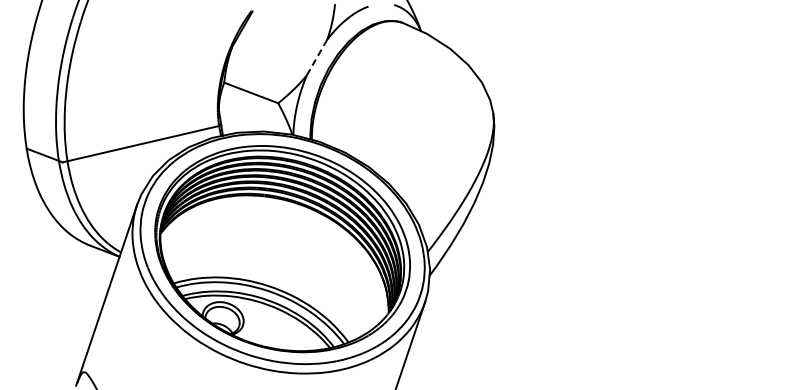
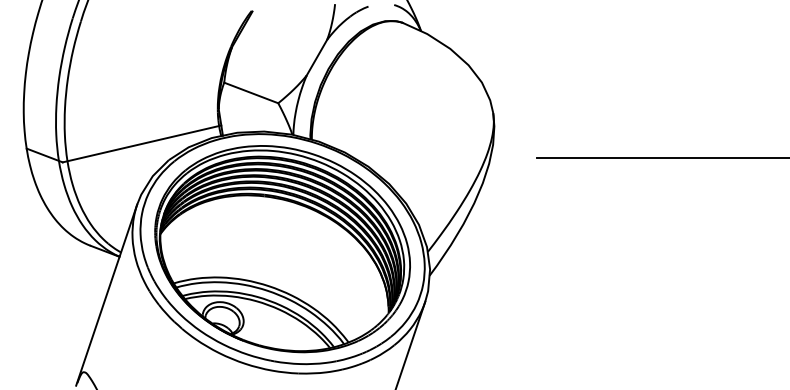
line at (317, 57): dashed -> solid
line at (661, 157): none -> present
